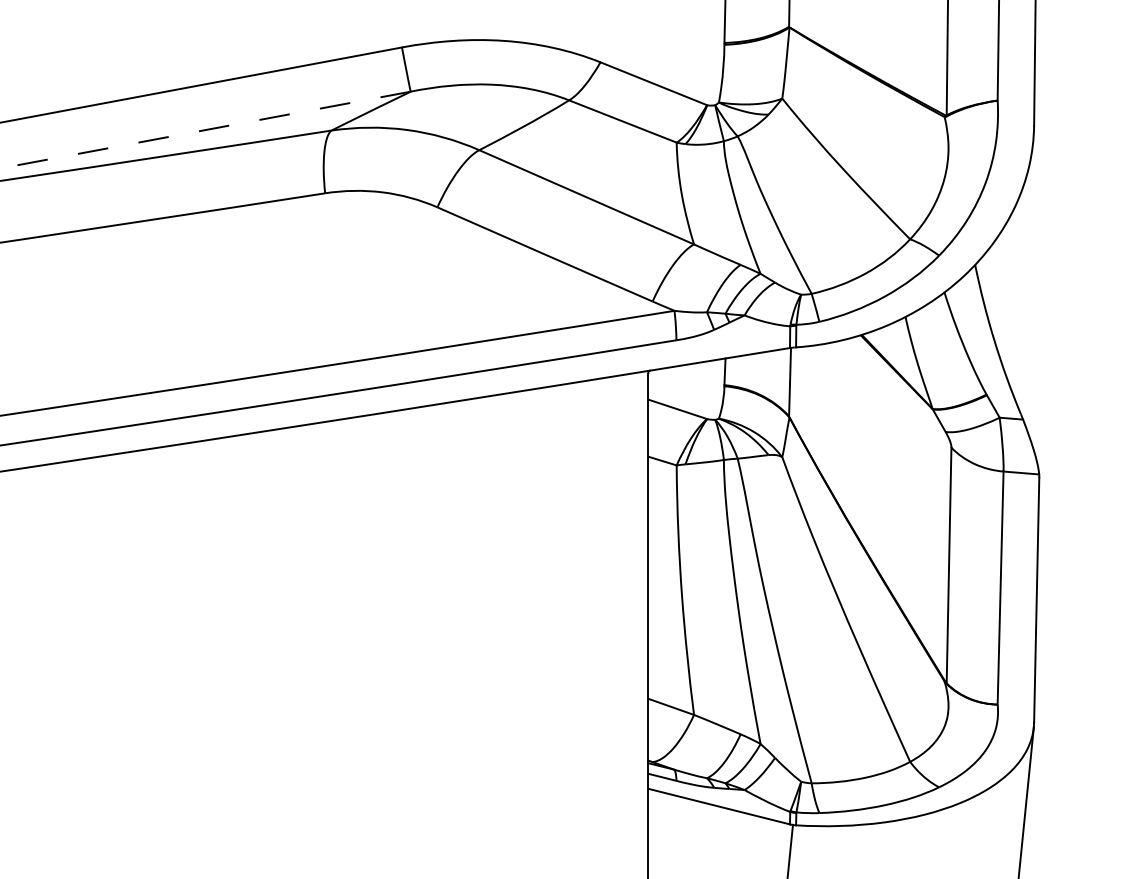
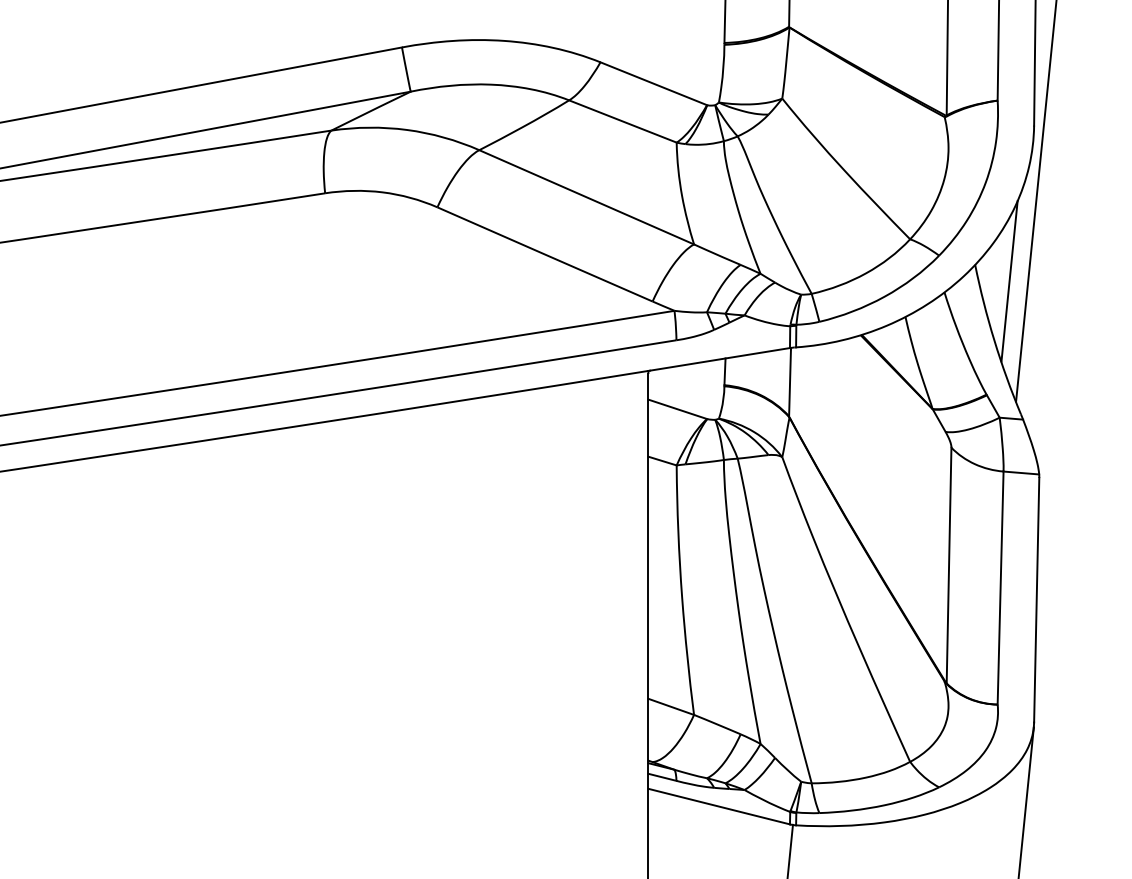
line at (205, 130): dashed -> solid
line at (1036, 201): none -> present
line at (1009, 280): none -> present
